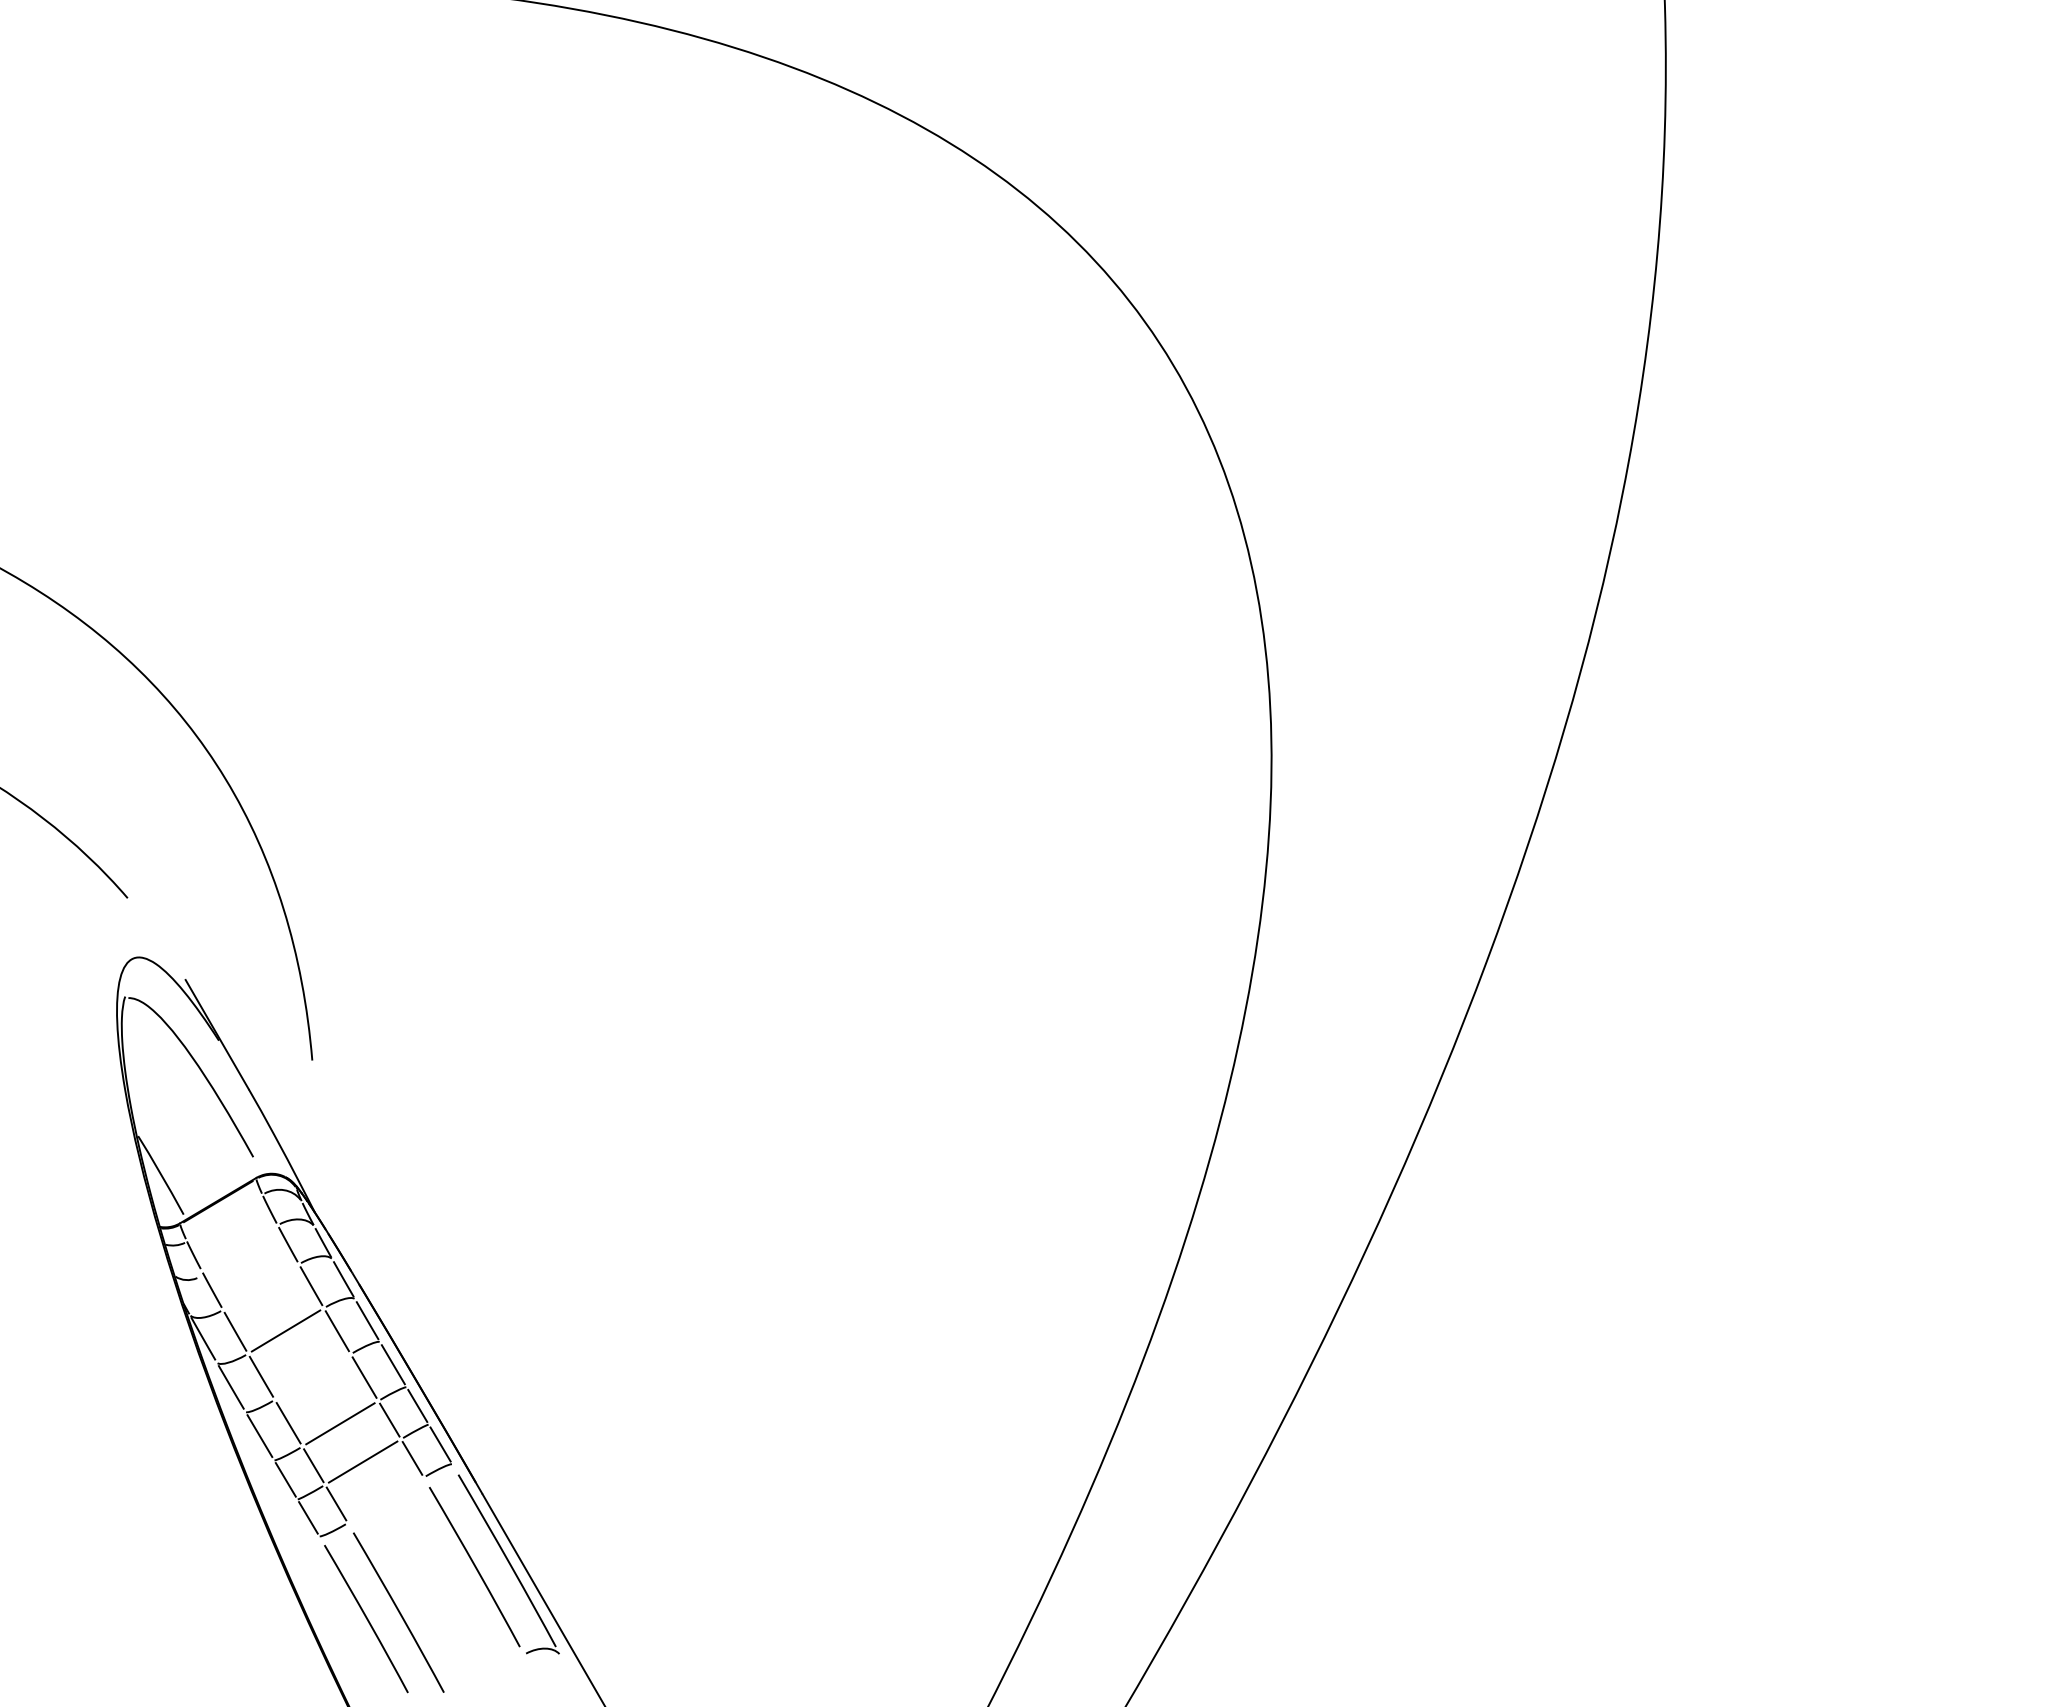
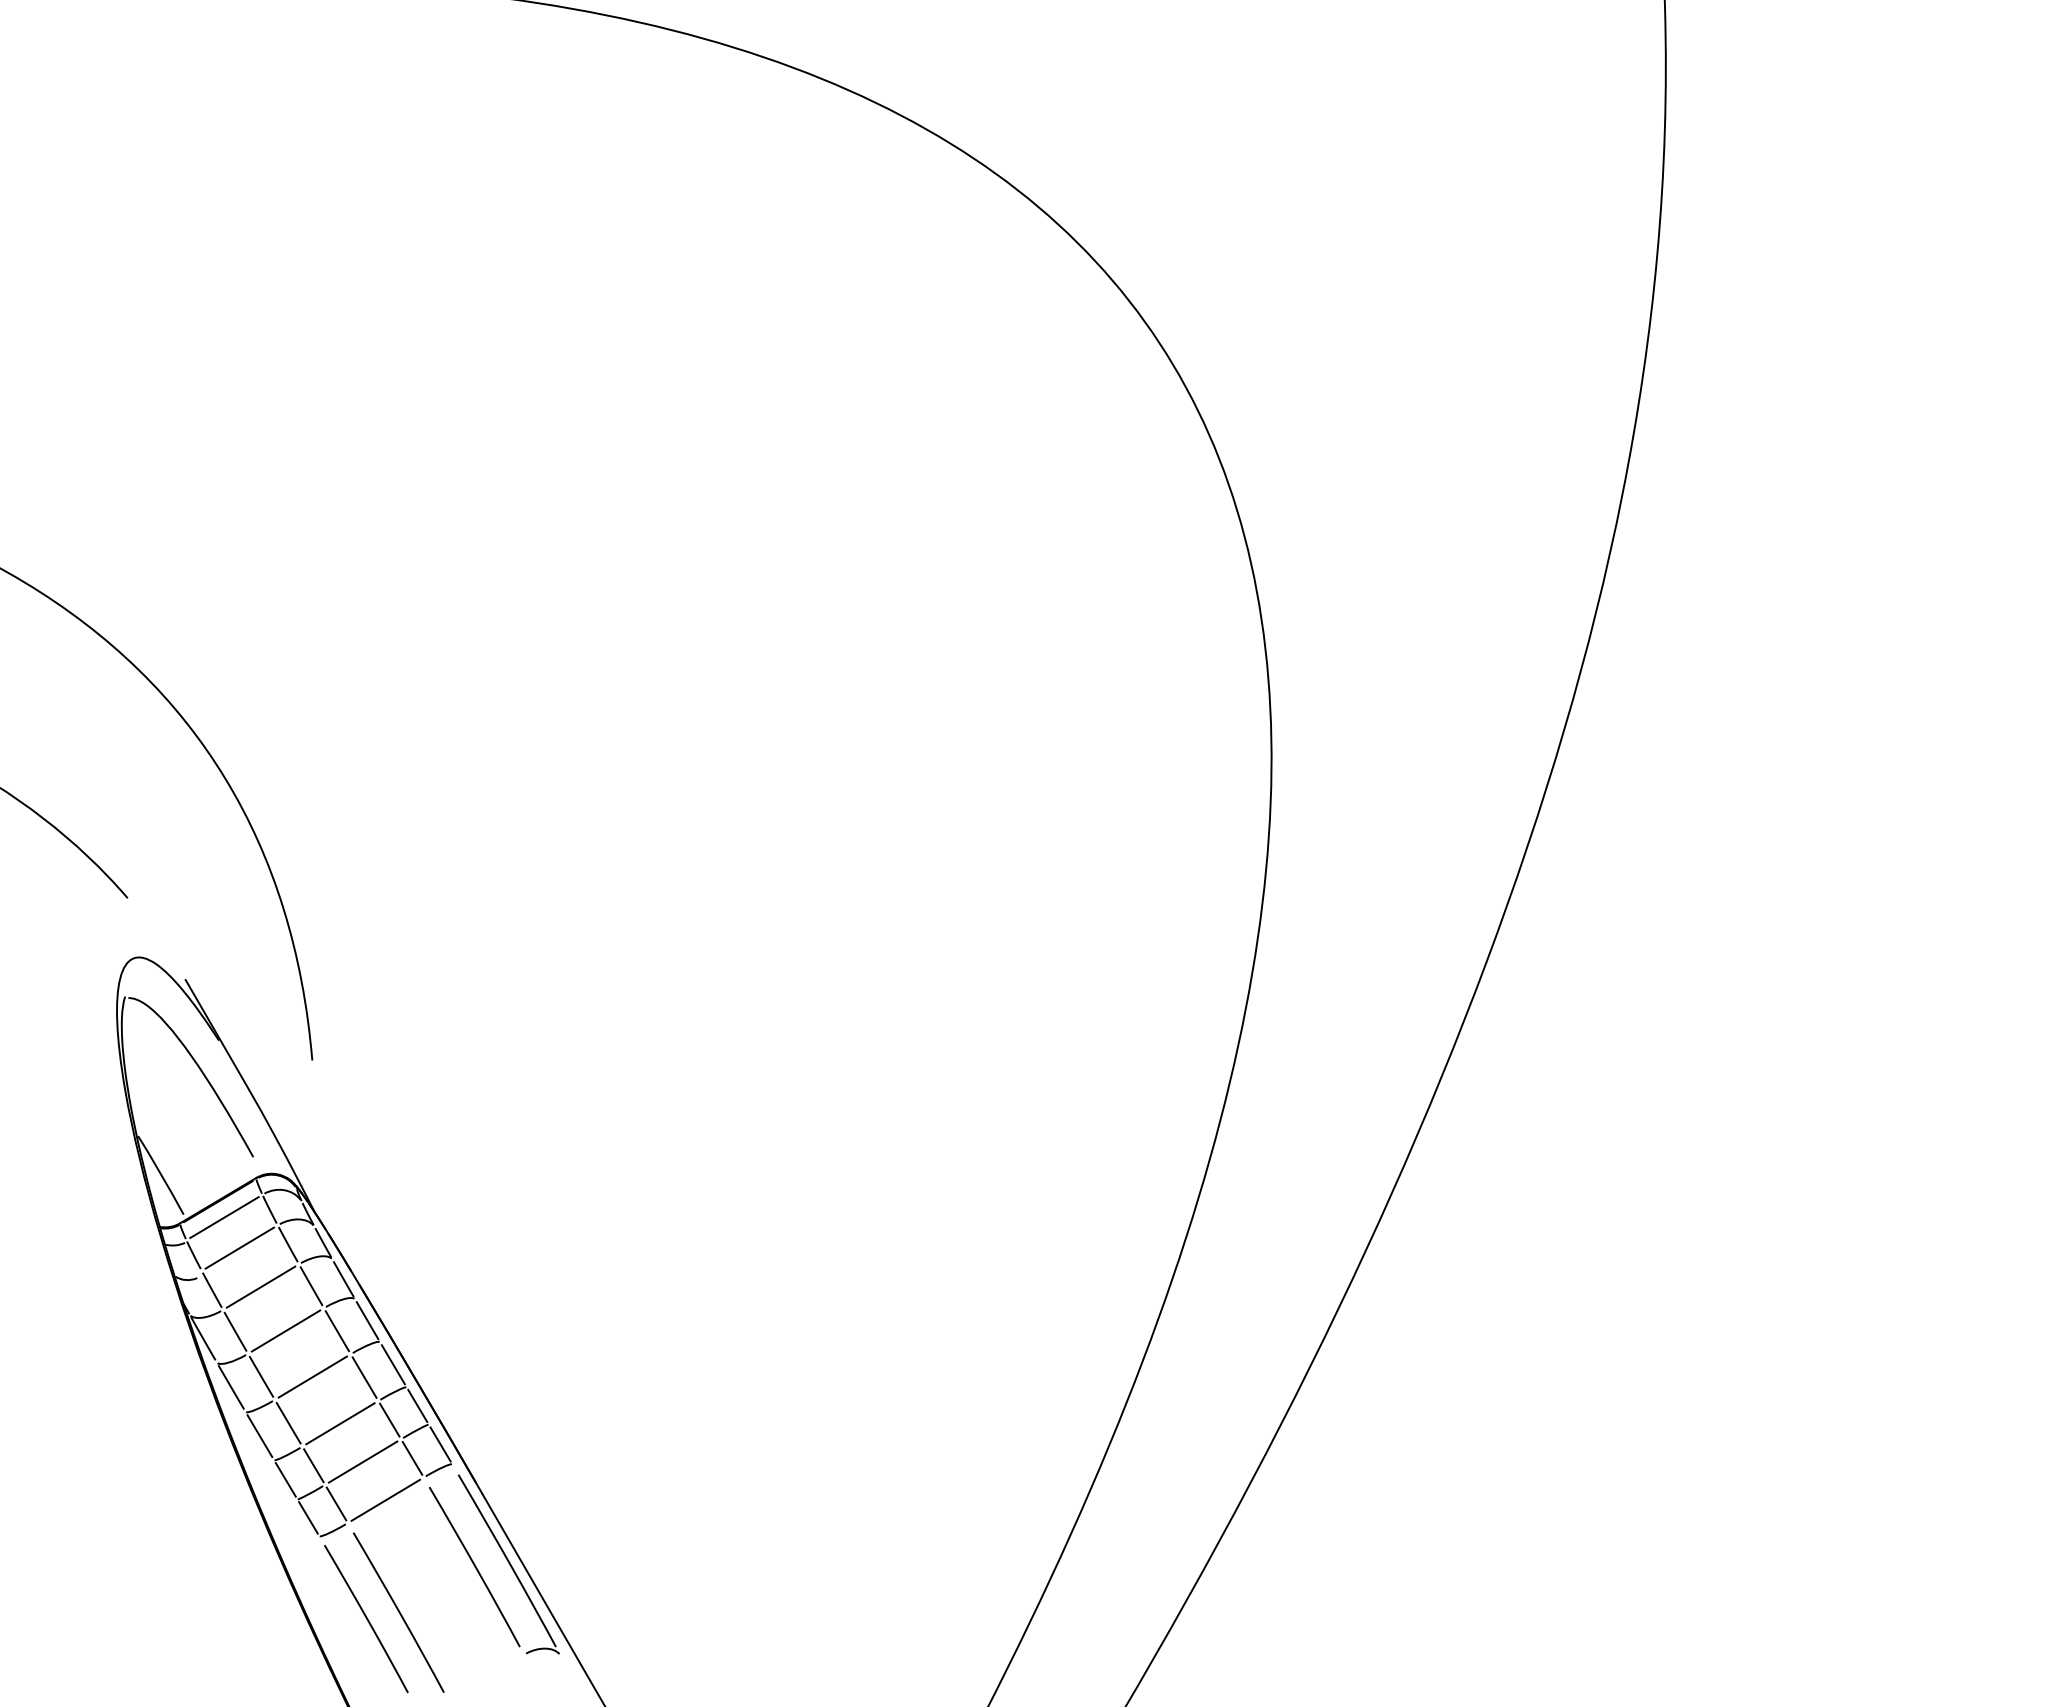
line at (224, 1217): none -> present
line at (239, 1247): none -> present
line at (260, 1286): none -> present
line at (312, 1376): none -> present
line at (385, 1499): none -> present
